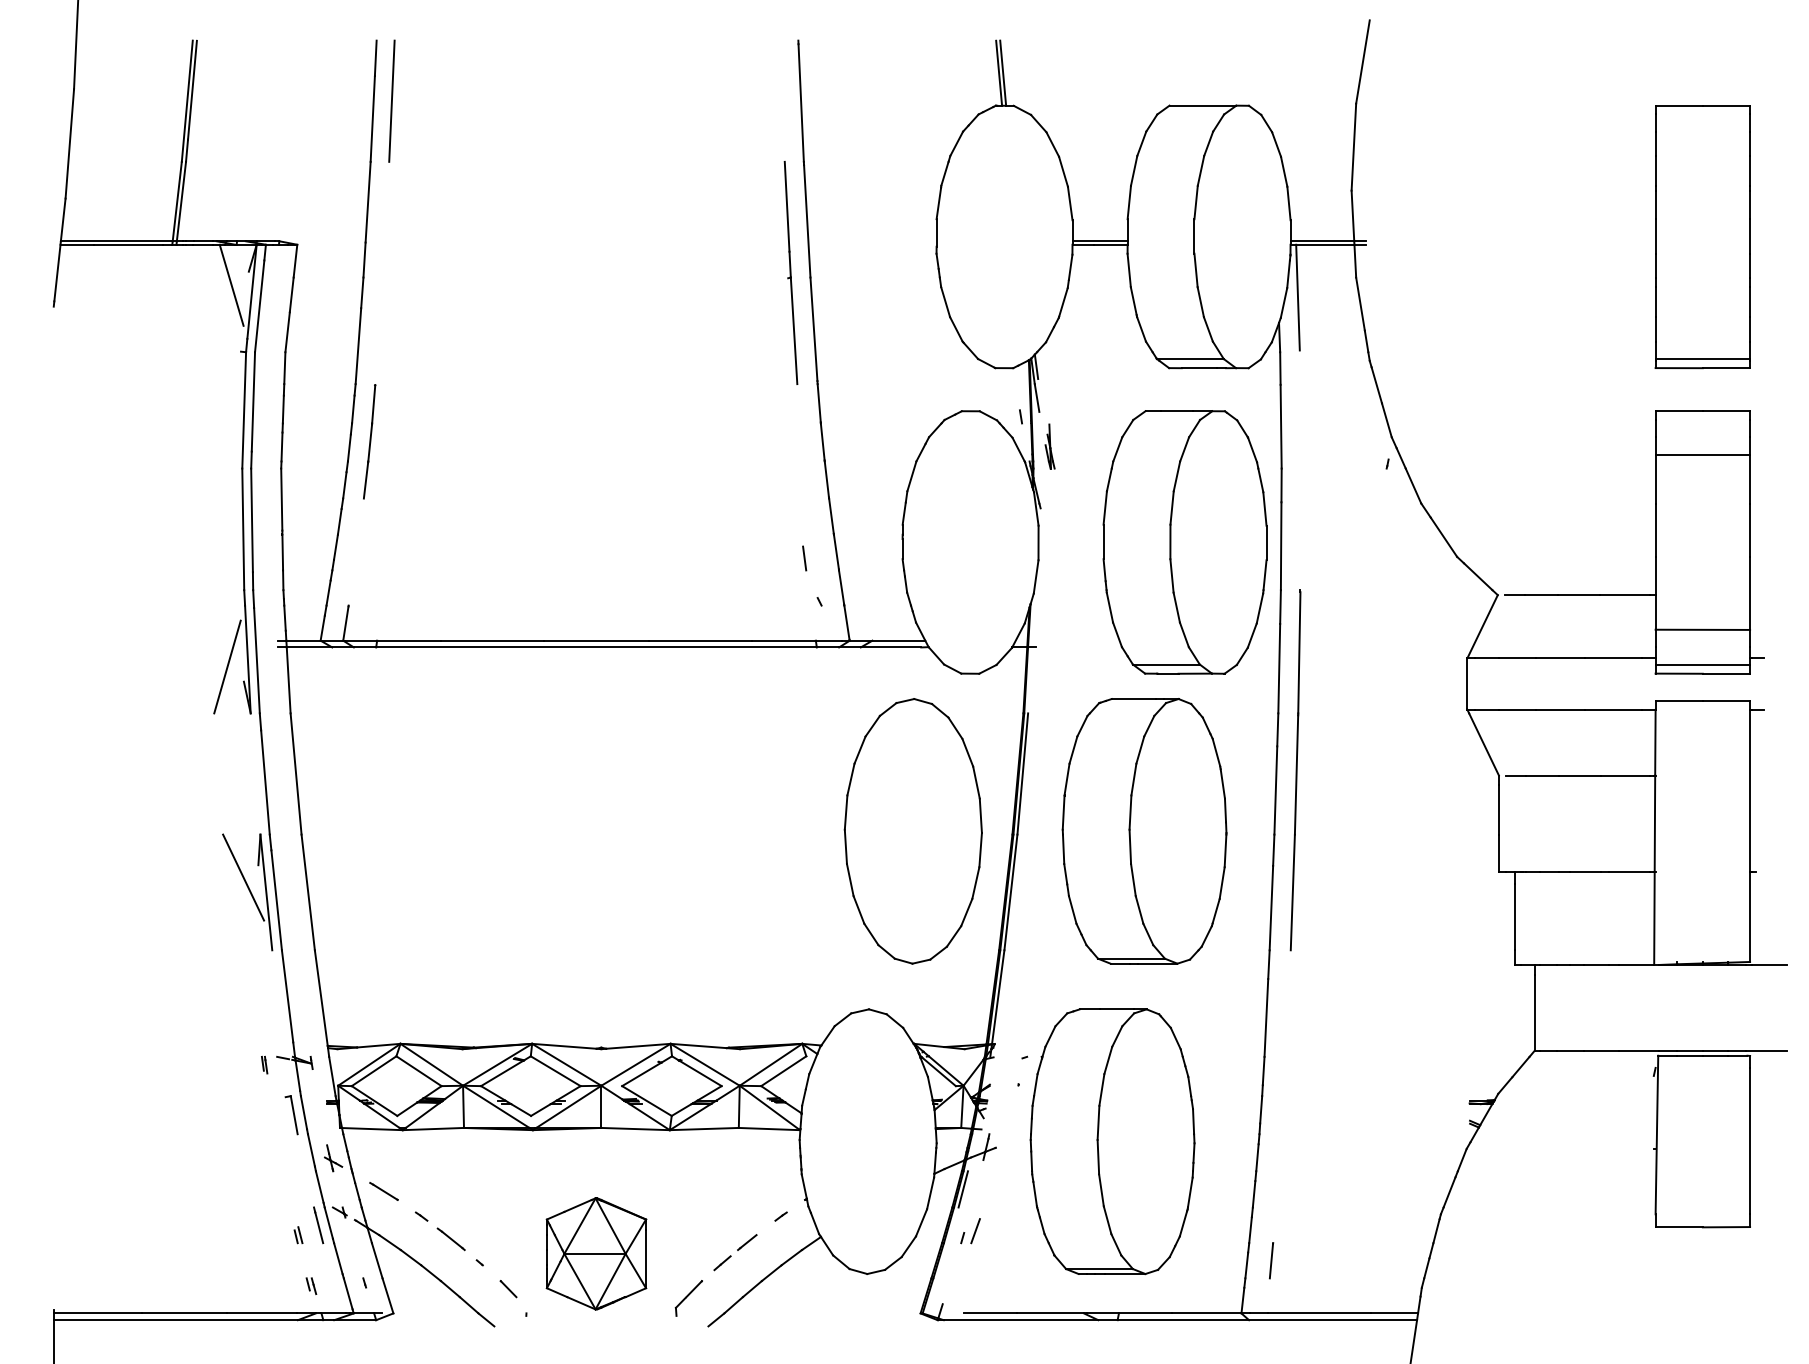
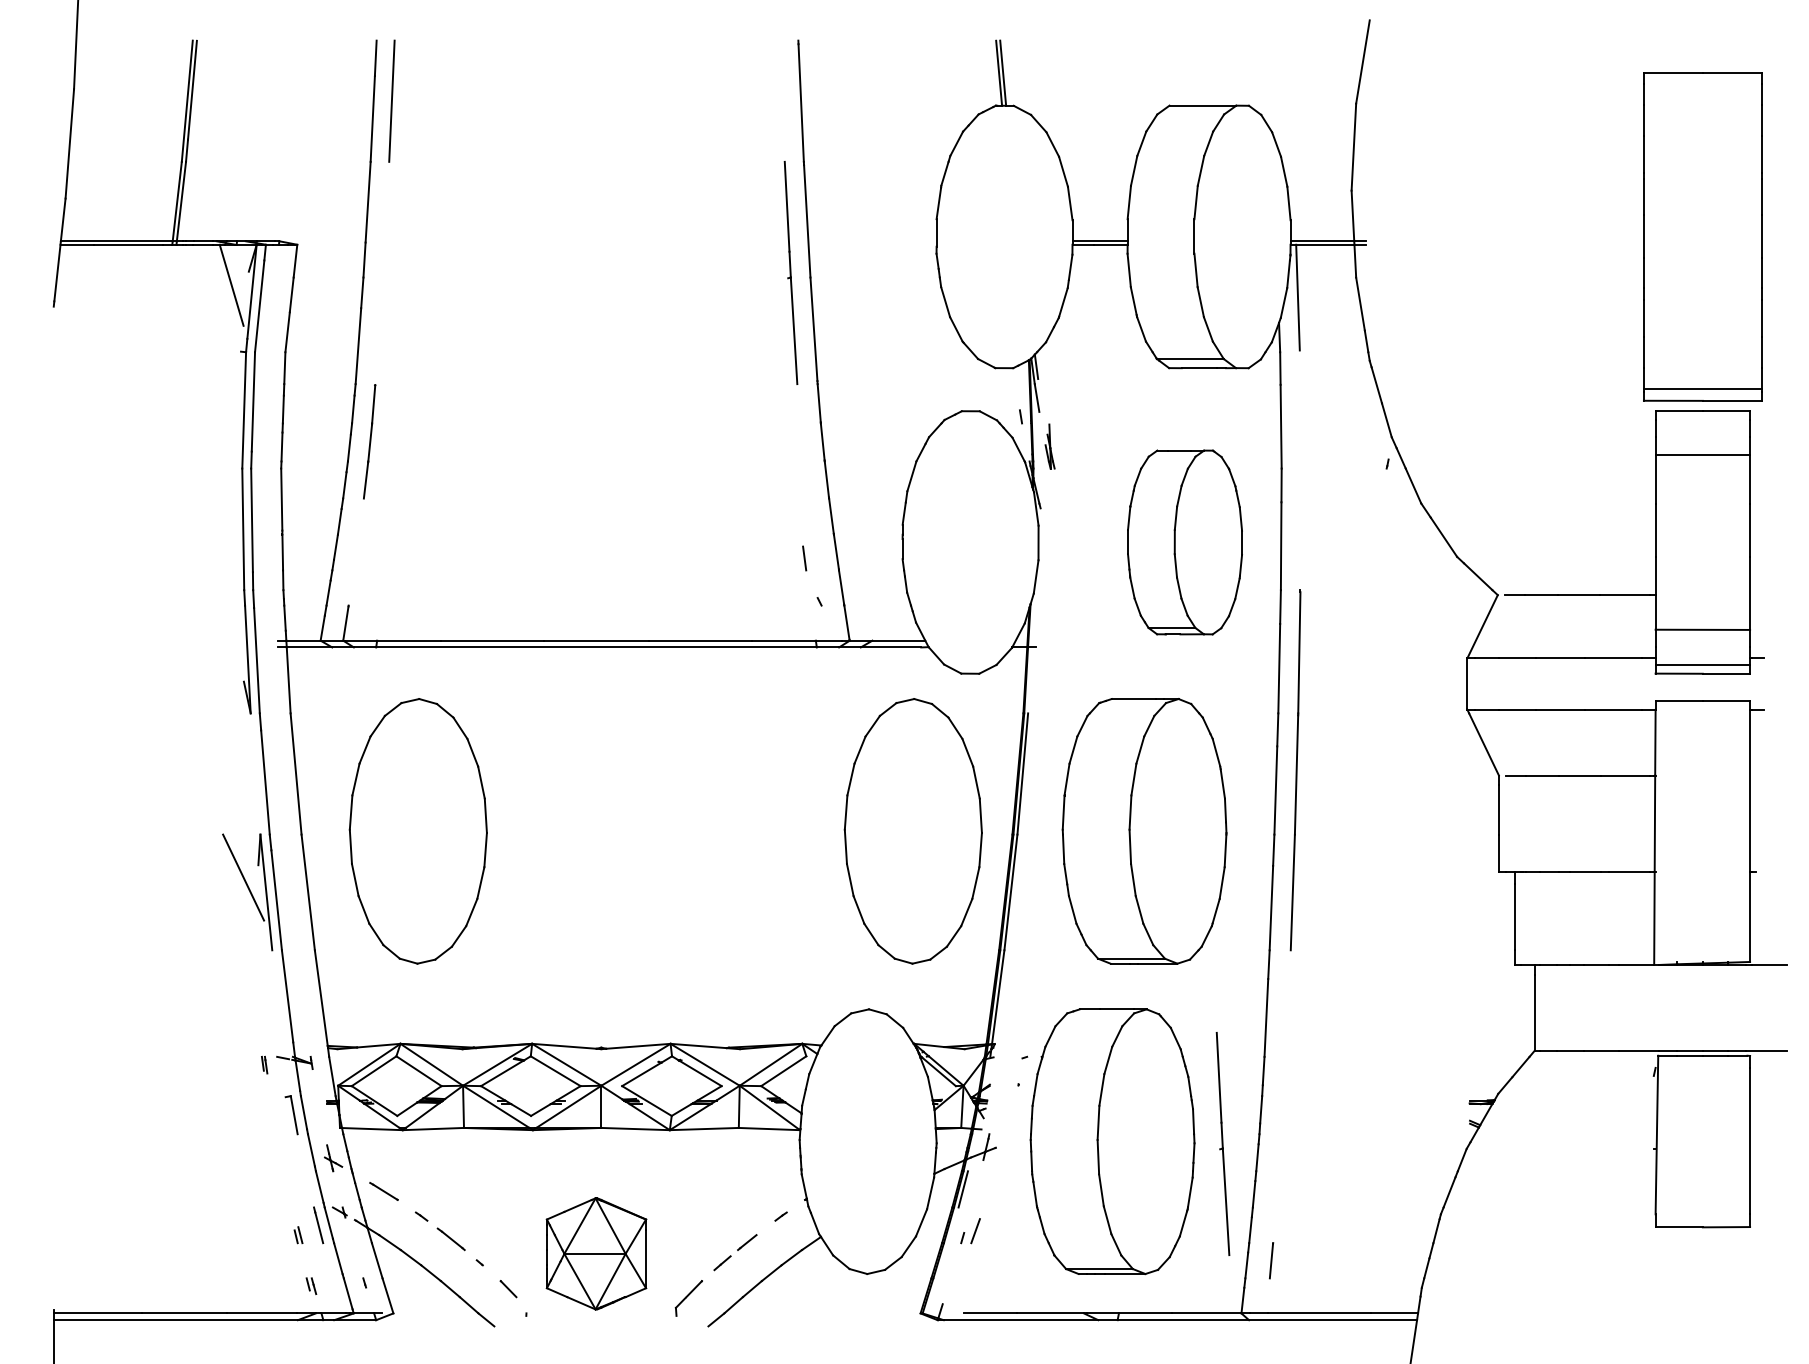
part at (1702, 237) size: 97x265 px -> 120x330 px
part at (1184, 542) size: 166x265 px -> 116x187 px
line at (227, 666): present -> none
part at (417, 831): none -> present
part at (1222, 1143): none -> present
